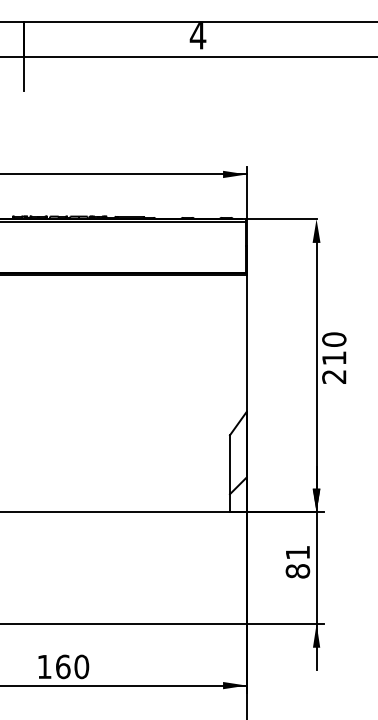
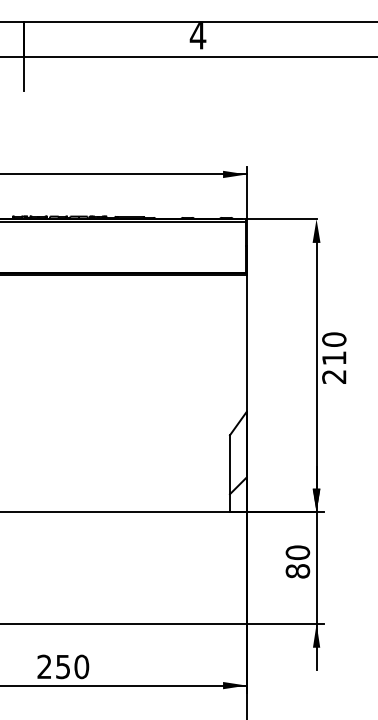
text at (297, 552): 81 -> 80
text at (53, 666): 160 -> 250
